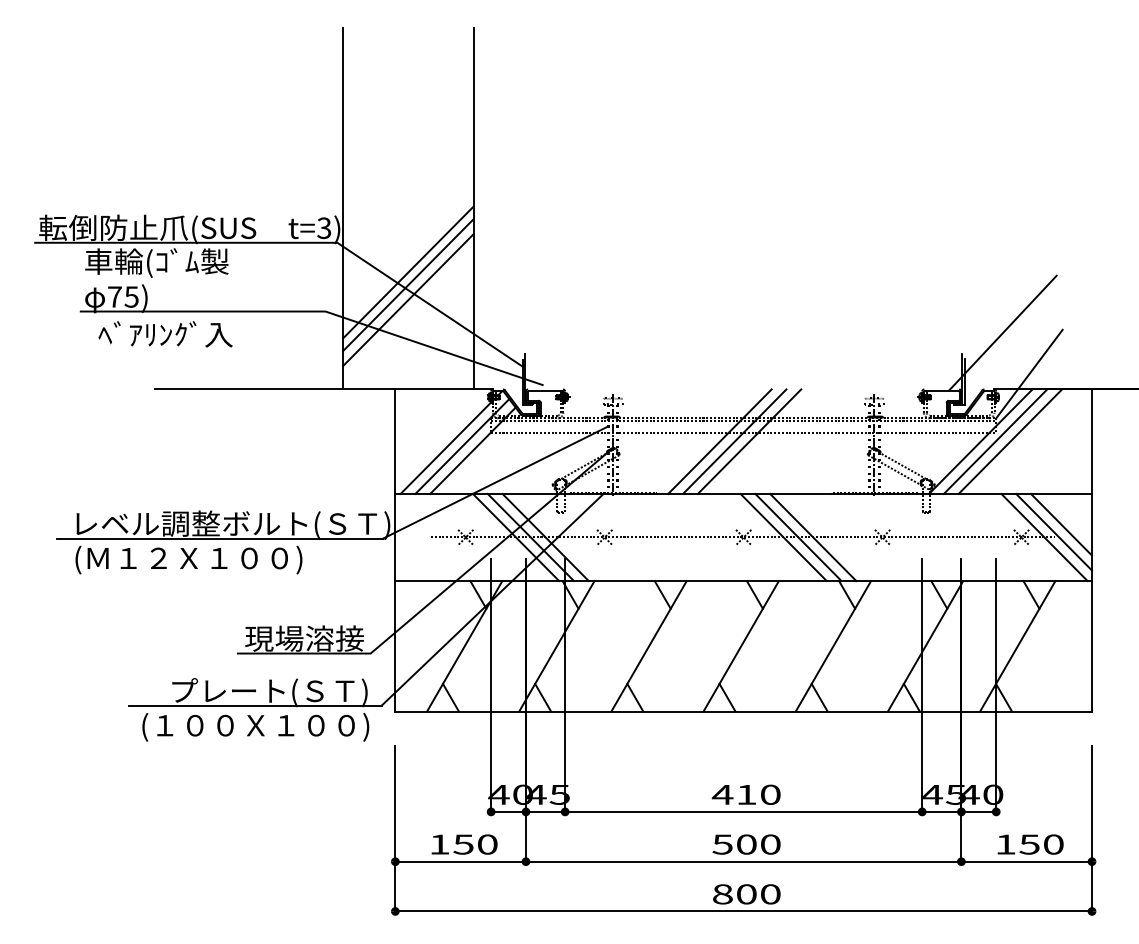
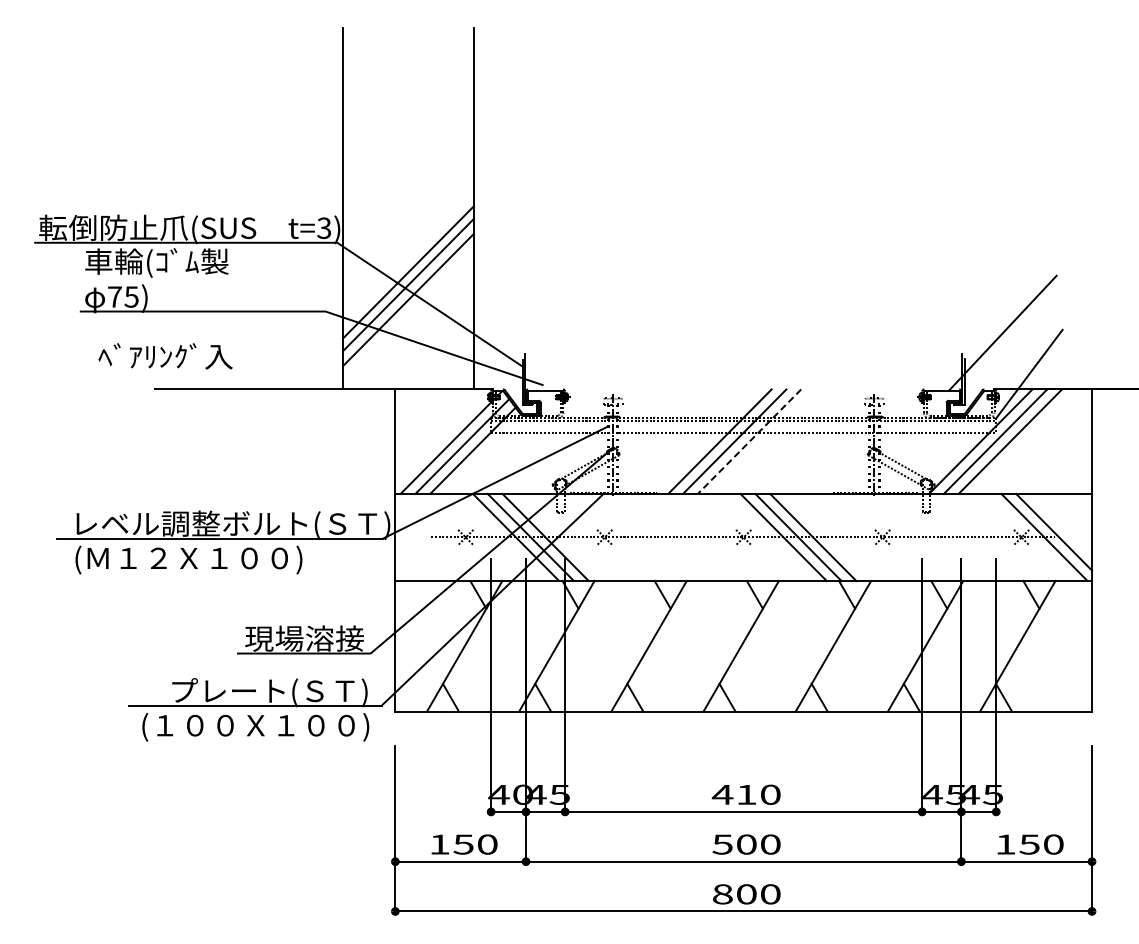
text at (165, 334) position: (165, 334) -> (165, 356)
line at (749, 441): solid -> dashed
line at (1061, 524): present -> none
text at (992, 794): 40 -> 45
